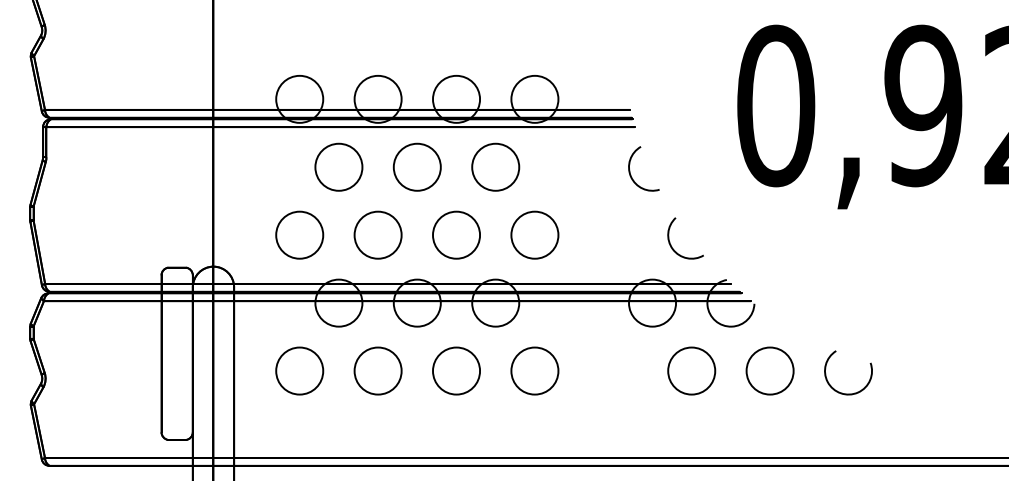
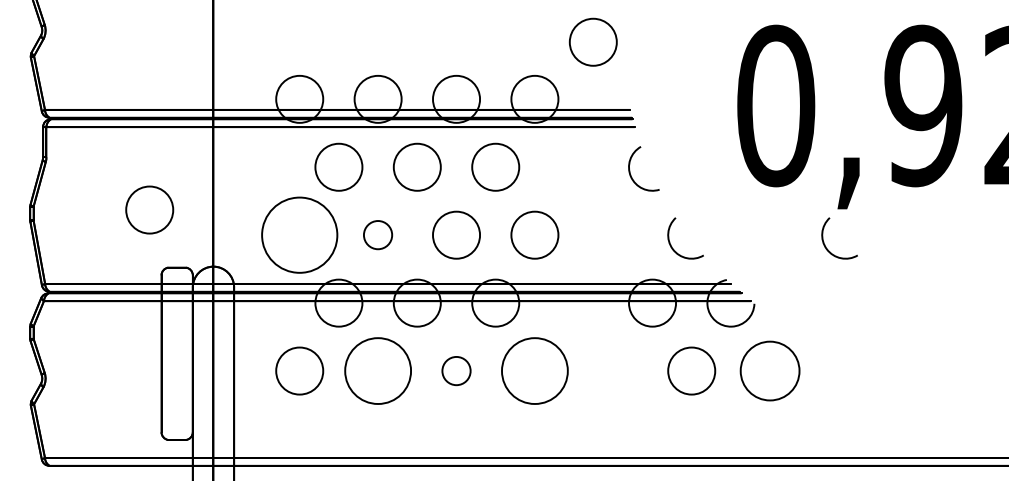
circle at (592, 41): none -> present
circle at (149, 209): none -> present
circle at (299, 234) diameter: 47 px -> 75 px
circle at (377, 234) size: 50x50 px -> 31x31 px
arc at (825, 244): none -> present
circle at (377, 370) diameter: 47 px -> 66 px
circle at (456, 370) diameter: 47 px -> 28 px
circle at (534, 370) diameter: 47 px -> 66 px
circle at (769, 370) diameter: 47 px -> 59 px
arc at (842, 392): present -> none
